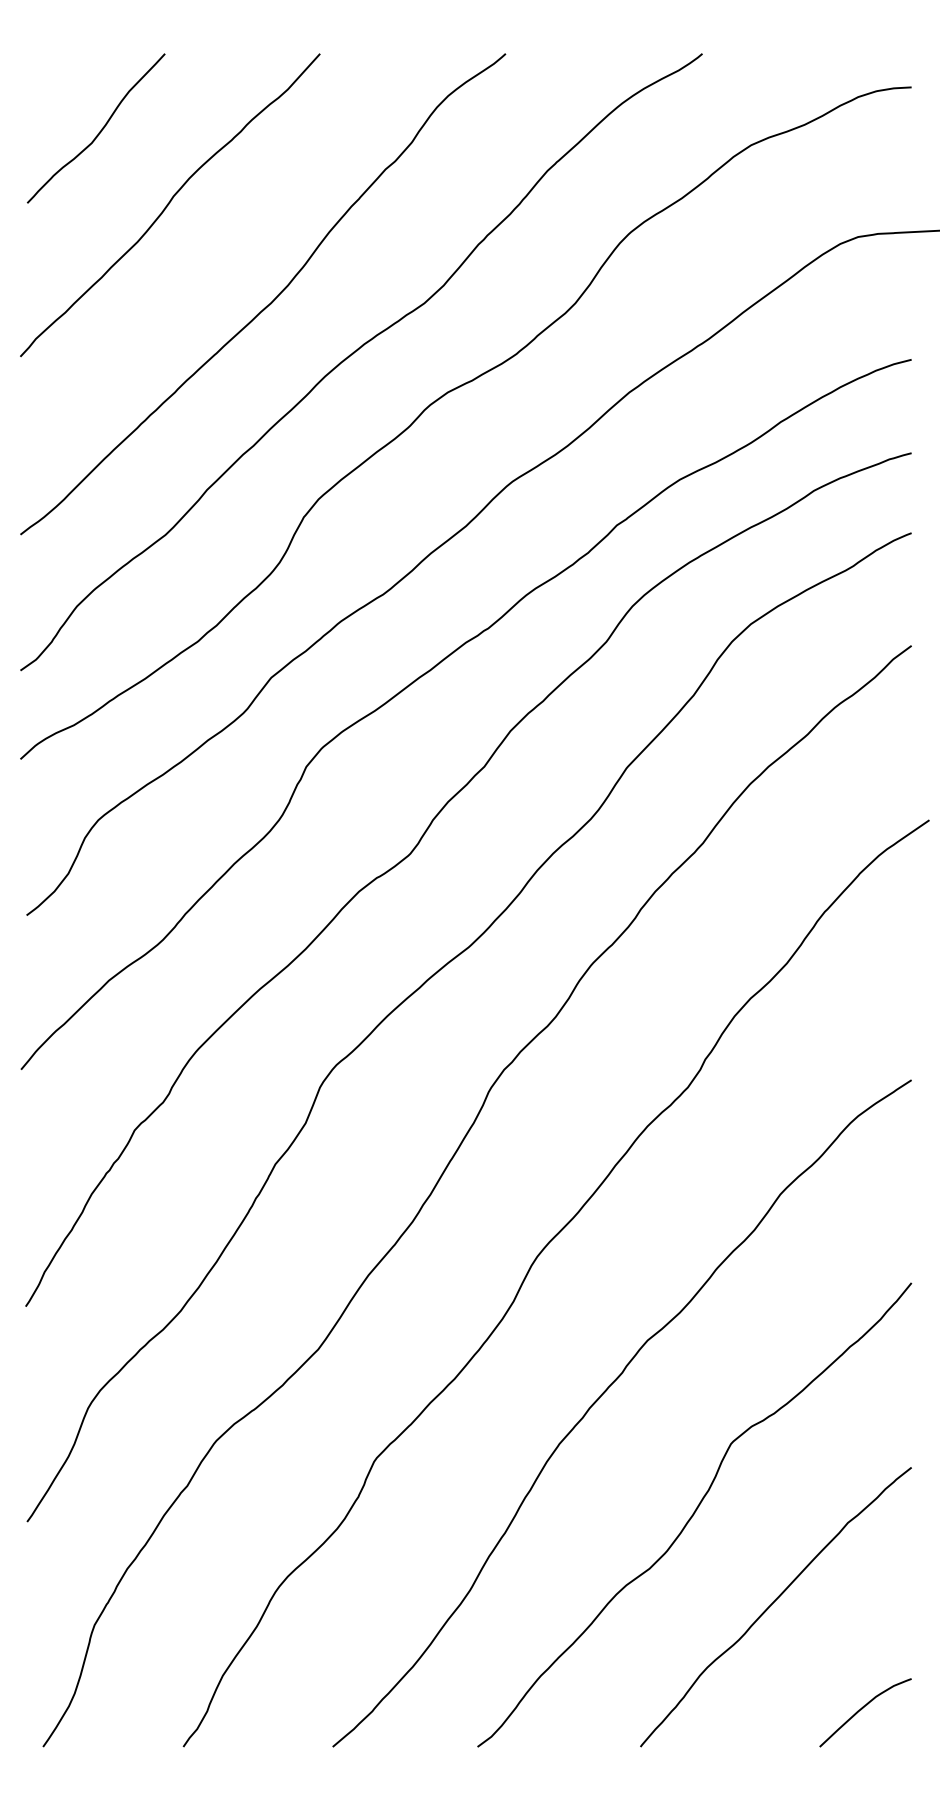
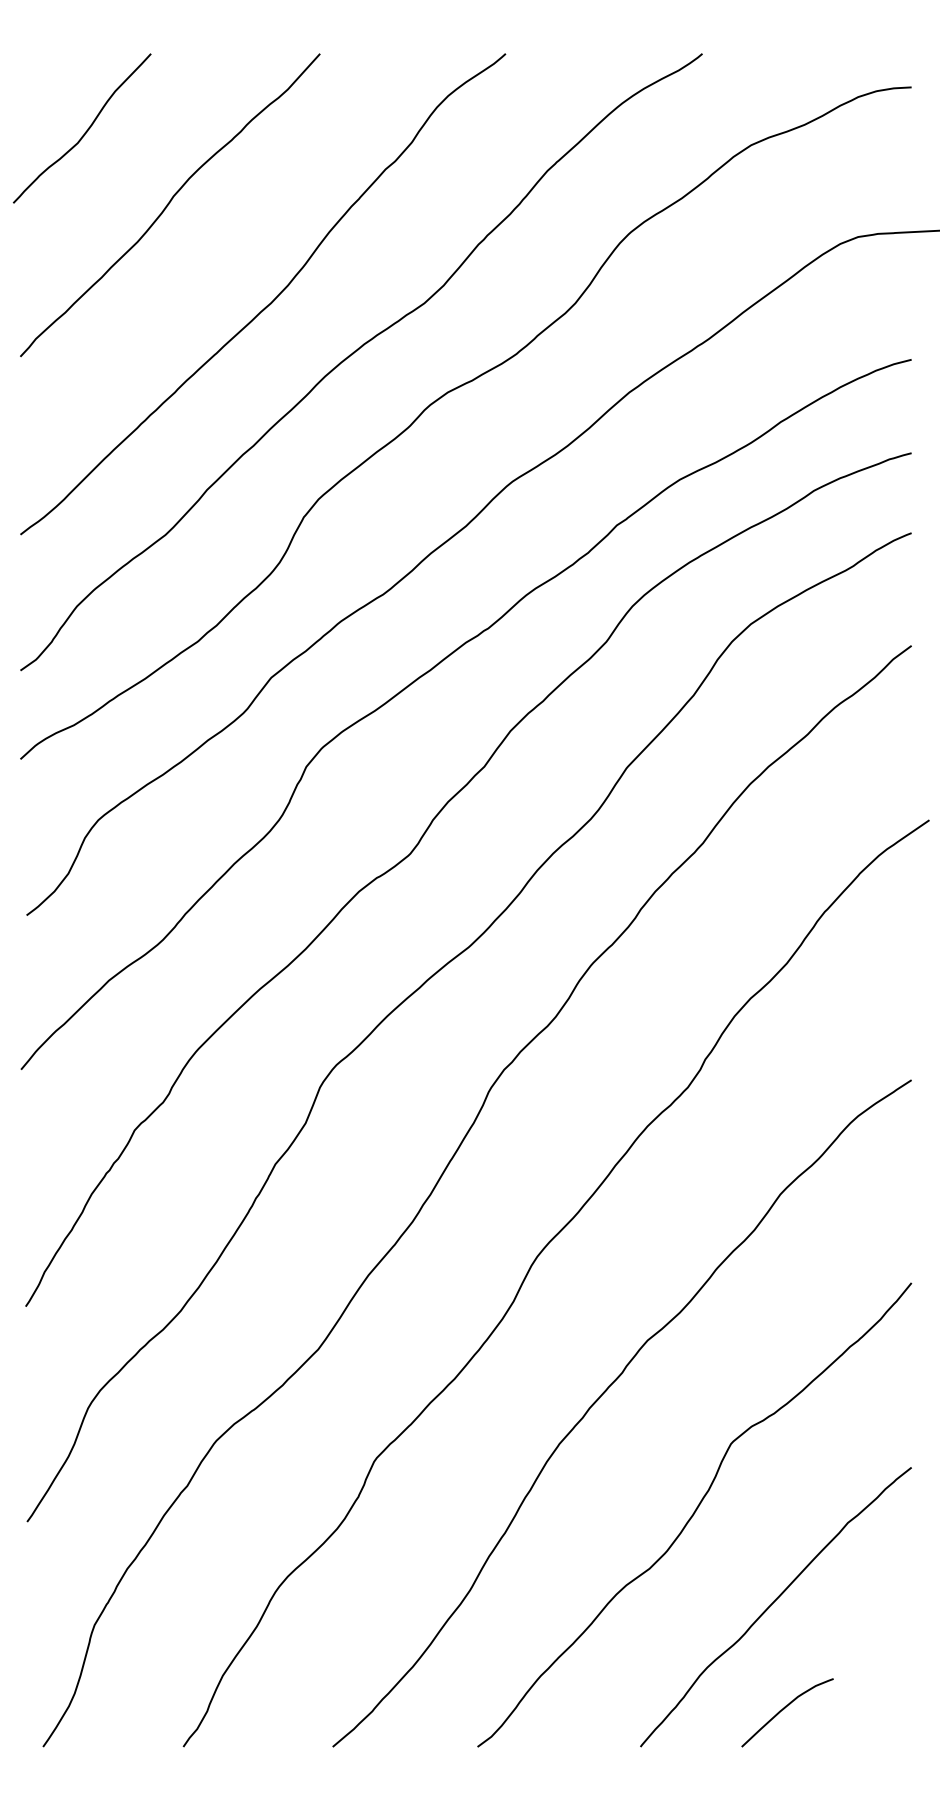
curve at (99, 131) position: (99, 131) -> (85, 131)
curve at (862, 1709) position: (862, 1709) -> (784, 1709)
